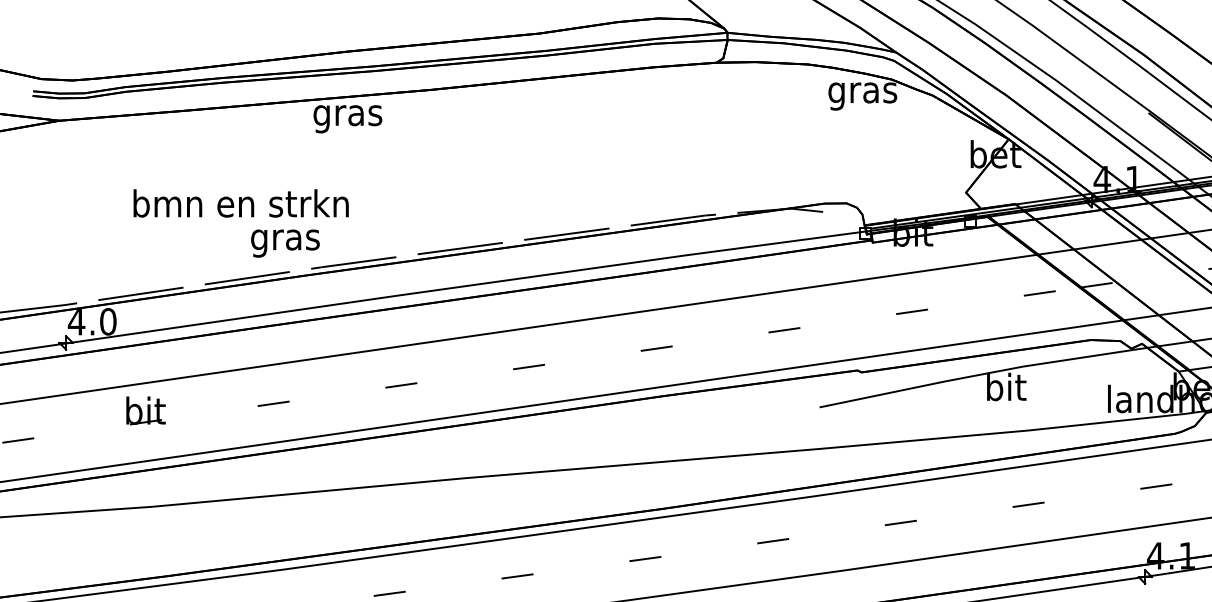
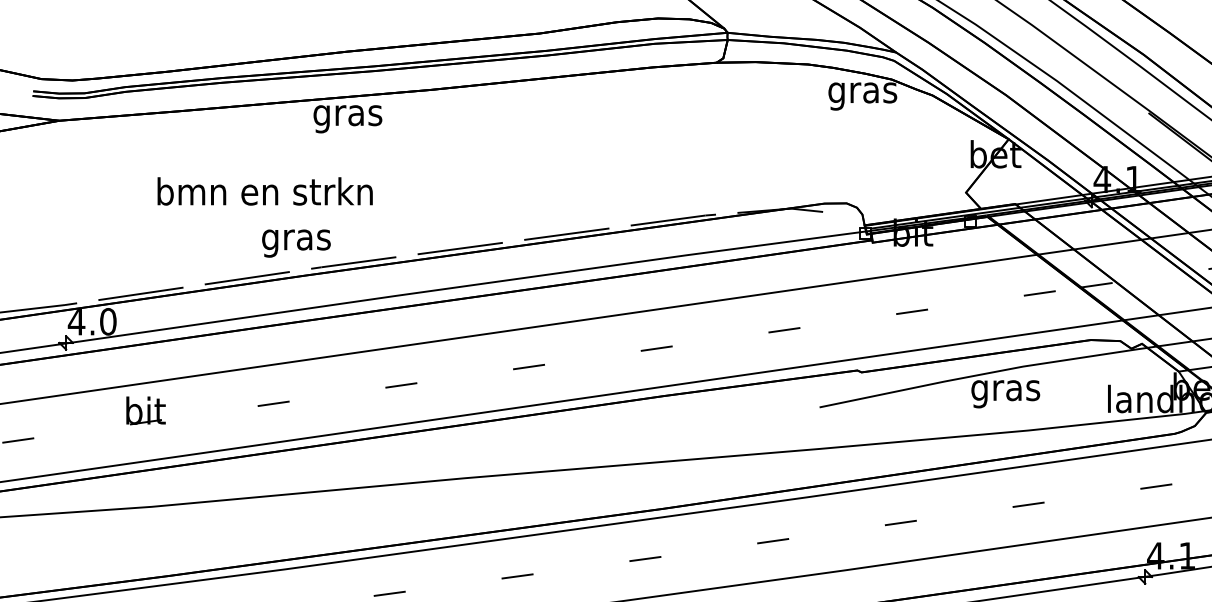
text at (240, 203) position: (240, 203) -> (264, 191)
text at (285, 243) position: (285, 243) -> (296, 243)
text at (1005, 390): bit -> gras
